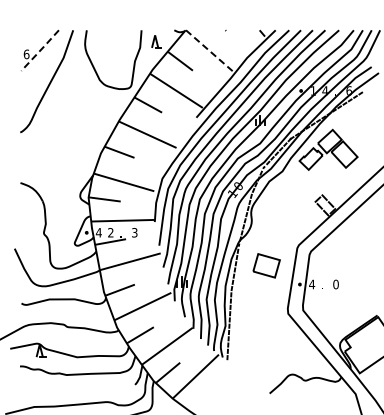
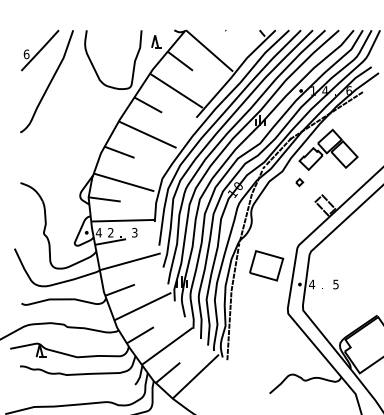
line at (40, 50): dashed -> solid
line at (209, 51): dashed -> solid
part at (299, 181): none -> present
part at (266, 265) size: 29x26 px -> 36x32 px
text at (335, 284): 0 -> 5
